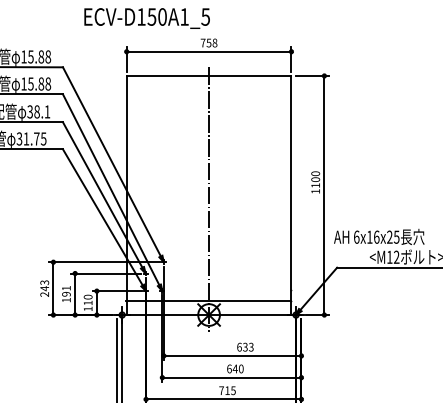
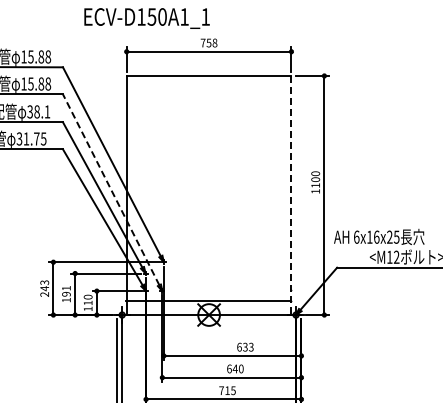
text at (205, 16): ECV-D150A1_5 -> ECV-D150A1_1
line at (111, 189): solid -> dashed
line at (291, 195): solid -> dashed
line at (209, 199): present -> none
